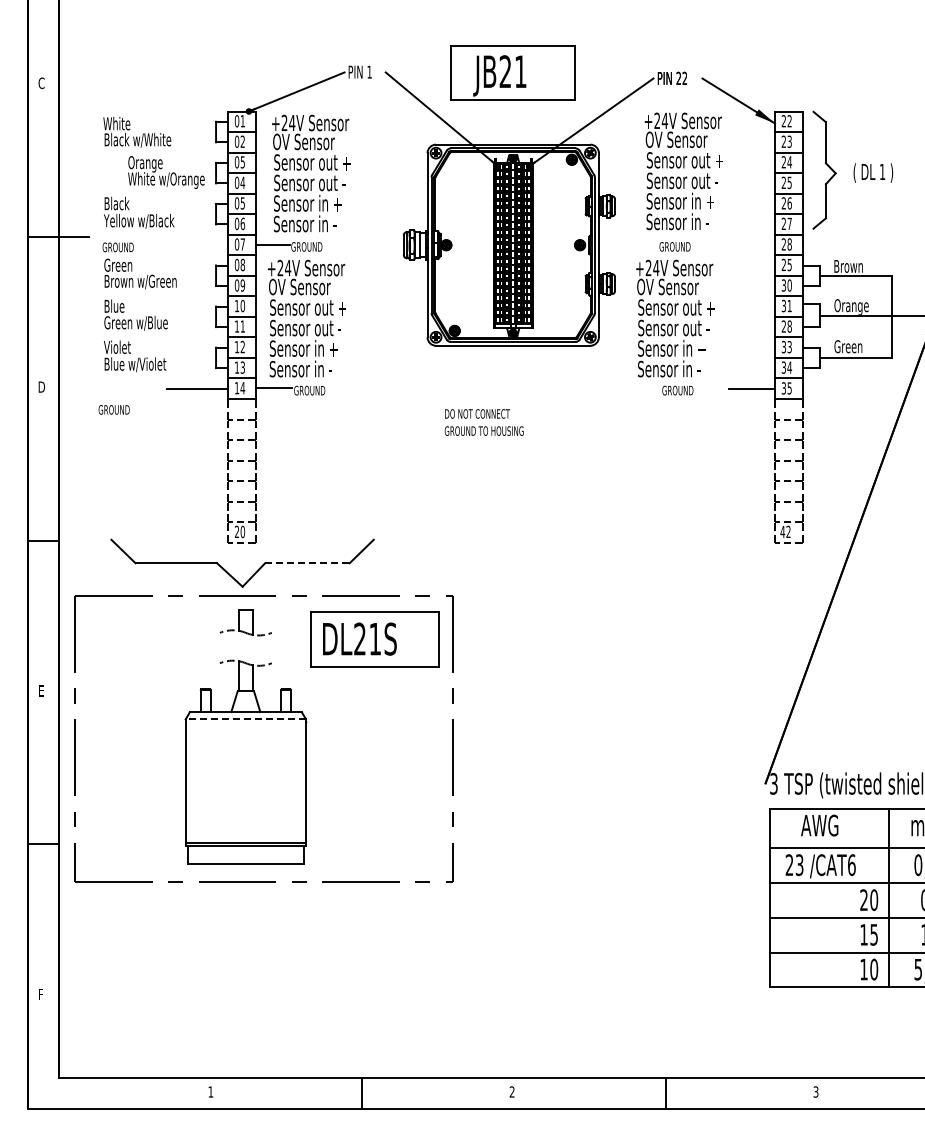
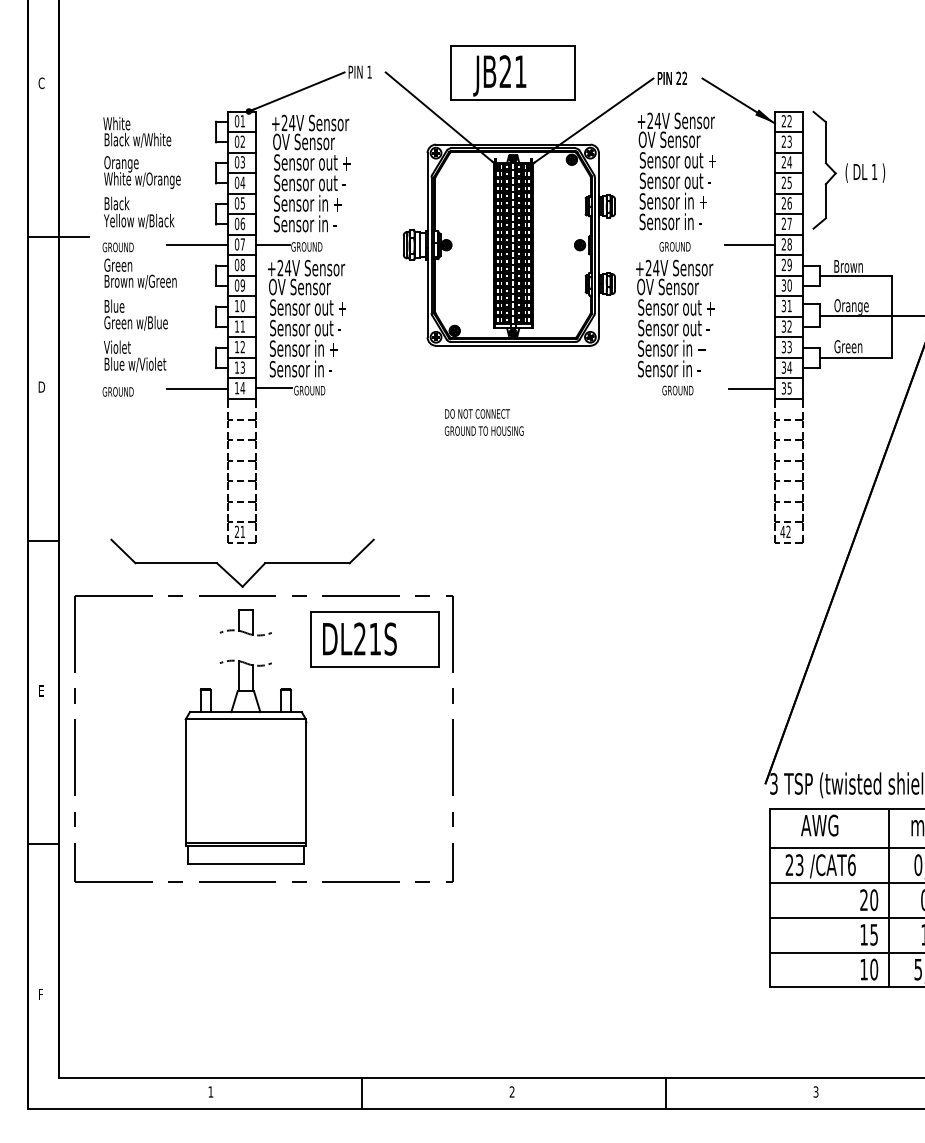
text at (242, 161): 05 -> 03
text at (683, 171) position: (683, 171) -> (676, 171)
text at (166, 172) position: (166, 172) -> (142, 172)
text at (873, 172) position: (873, 172) -> (865, 172)
line at (197, 244): none -> present
line at (750, 244): none -> present
text at (789, 264): 25 -> 29
text at (786, 326): 28 -> 32
text at (113, 409) position: (113, 409) -> (117, 391)
text at (242, 531): 20 -> 21
line at (307, 563): dashed -> solid
line at (245, 719): dashed -> solid
